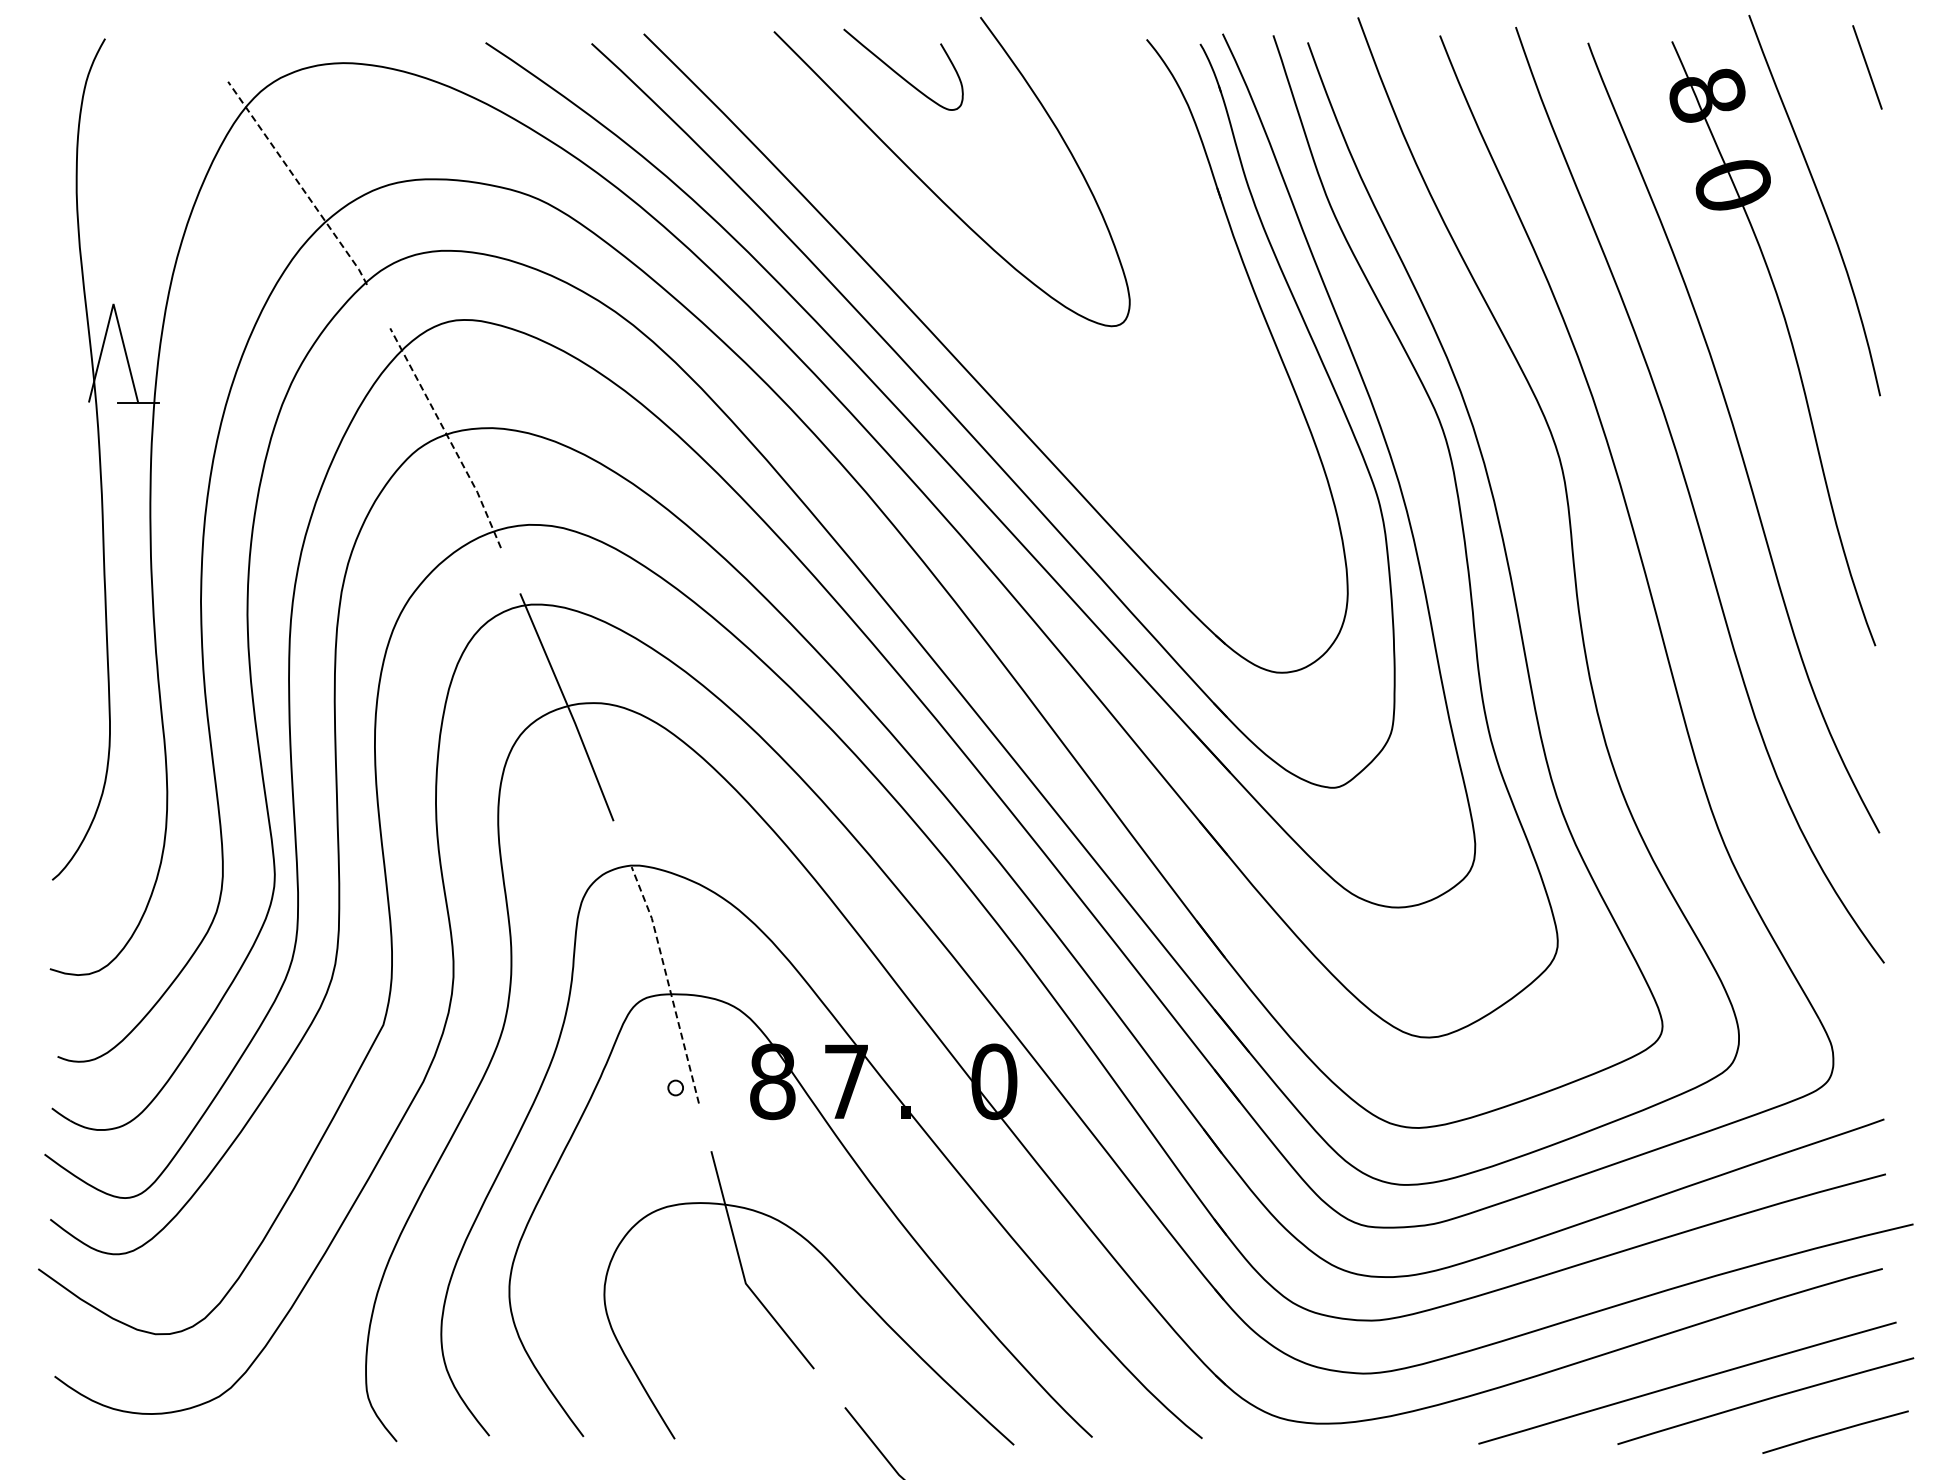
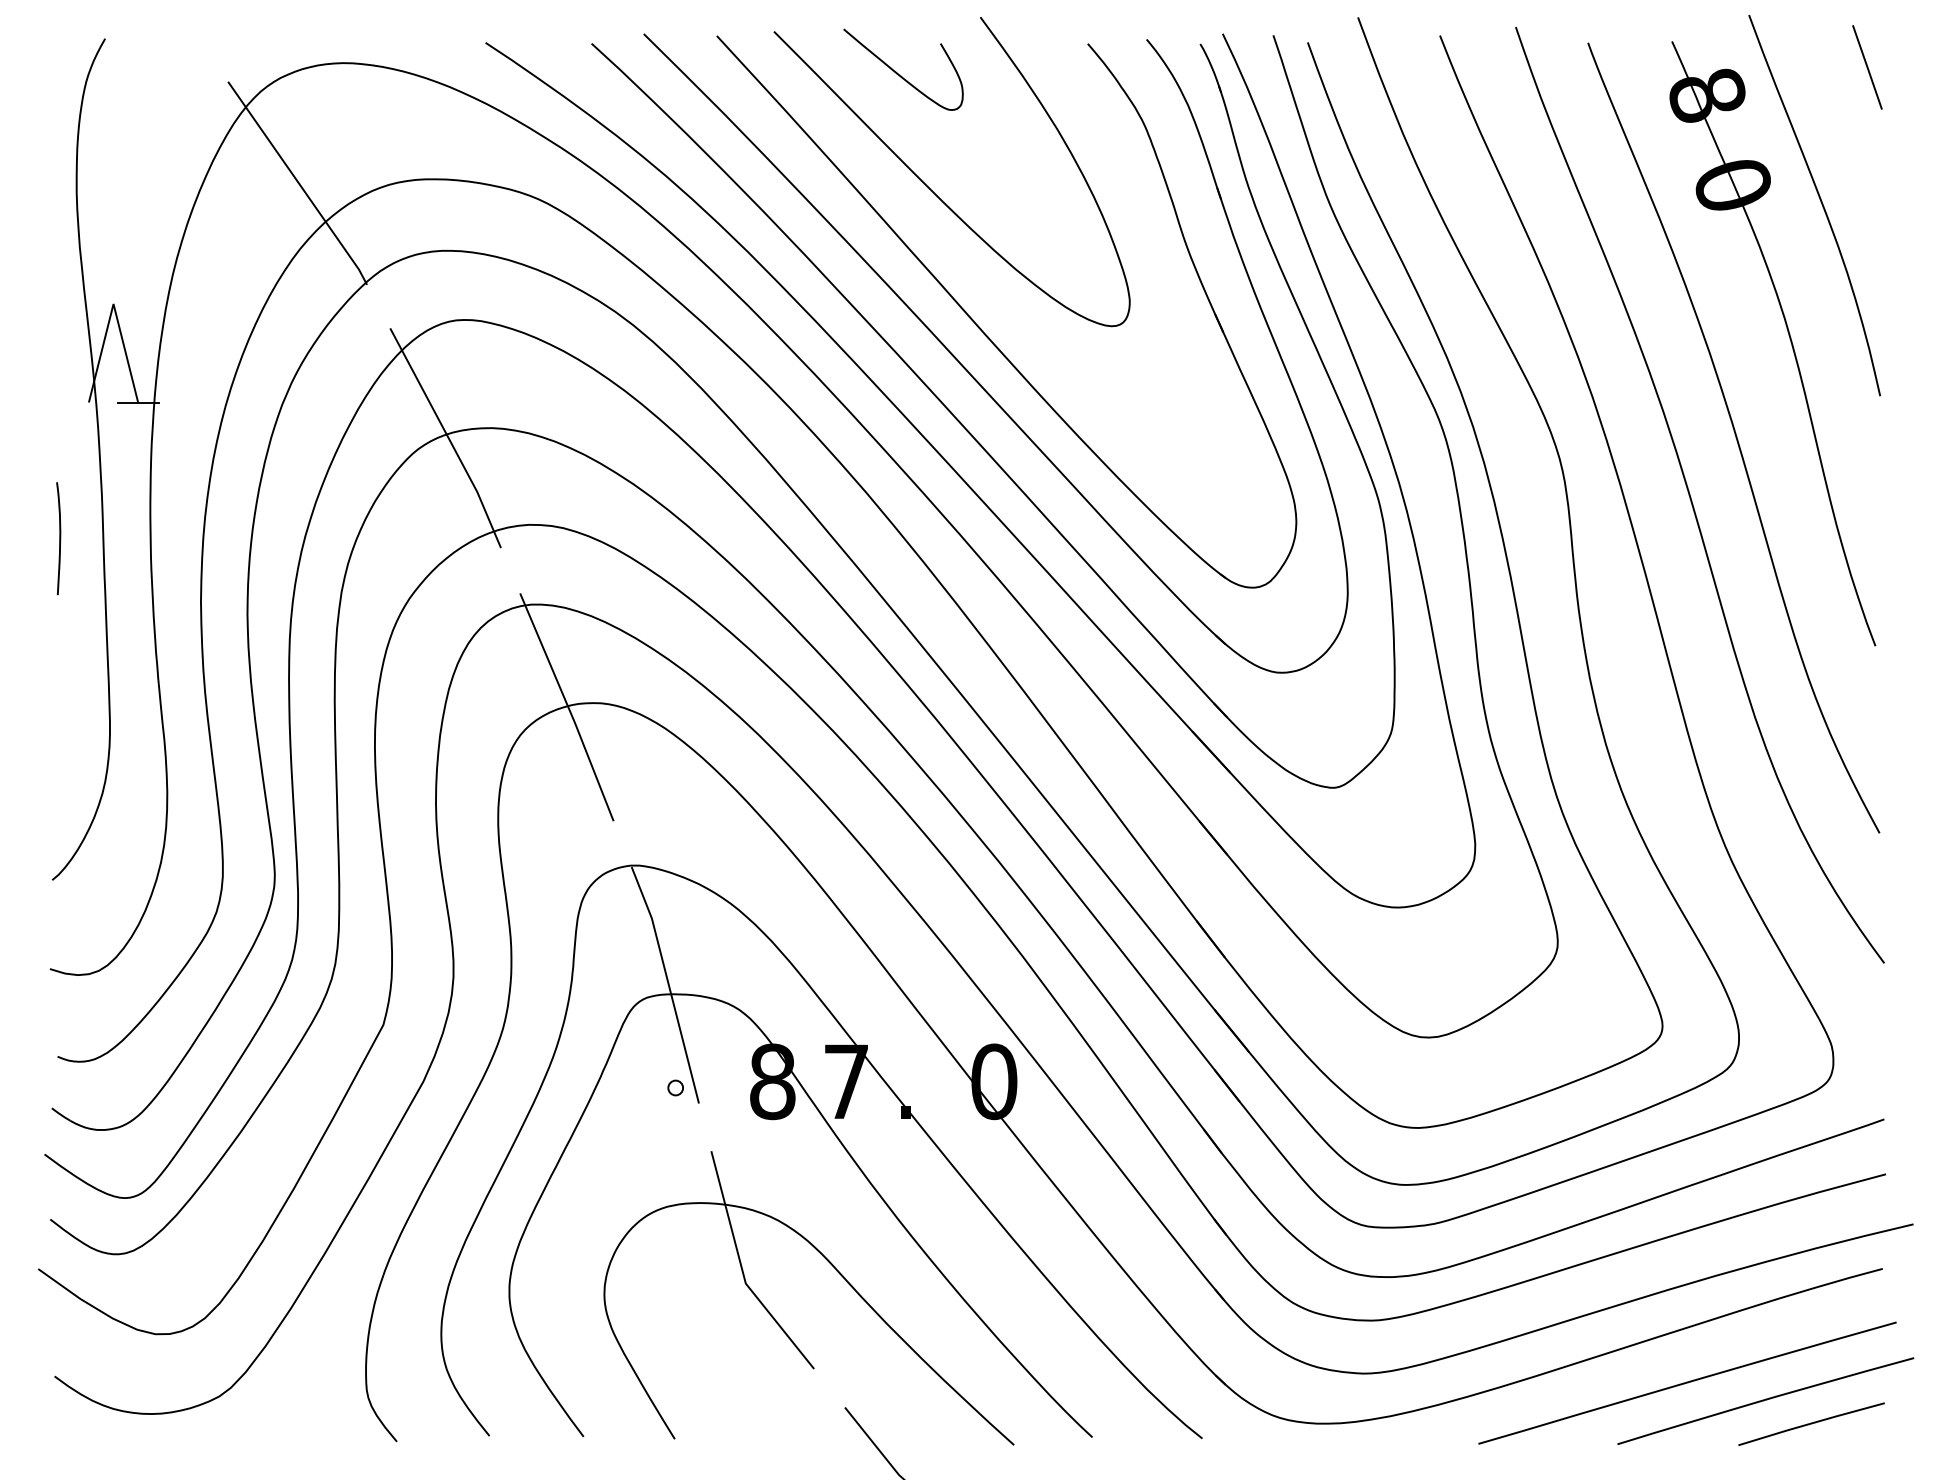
line at (298, 183): dashed -> solid
part at (982, 329): none -> present
line at (448, 437): dashed -> solid
curve at (59, 538): none -> present
line at (668, 983): dashed -> solid
line at (1835, 1431) position: (1835, 1431) -> (1811, 1423)
